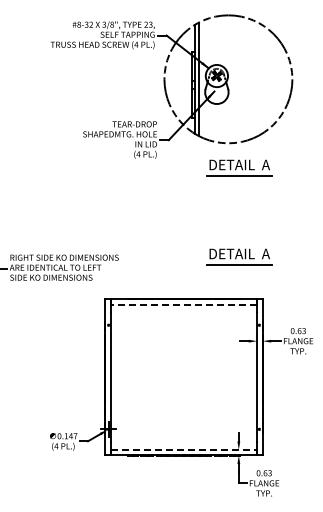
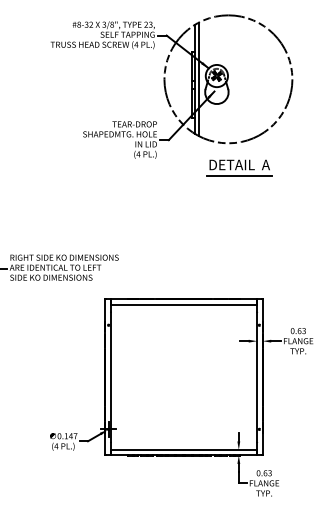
part at (239, 256): present -> none
line at (184, 304): dashed -> solid
line at (184, 449): dashed -> solid
